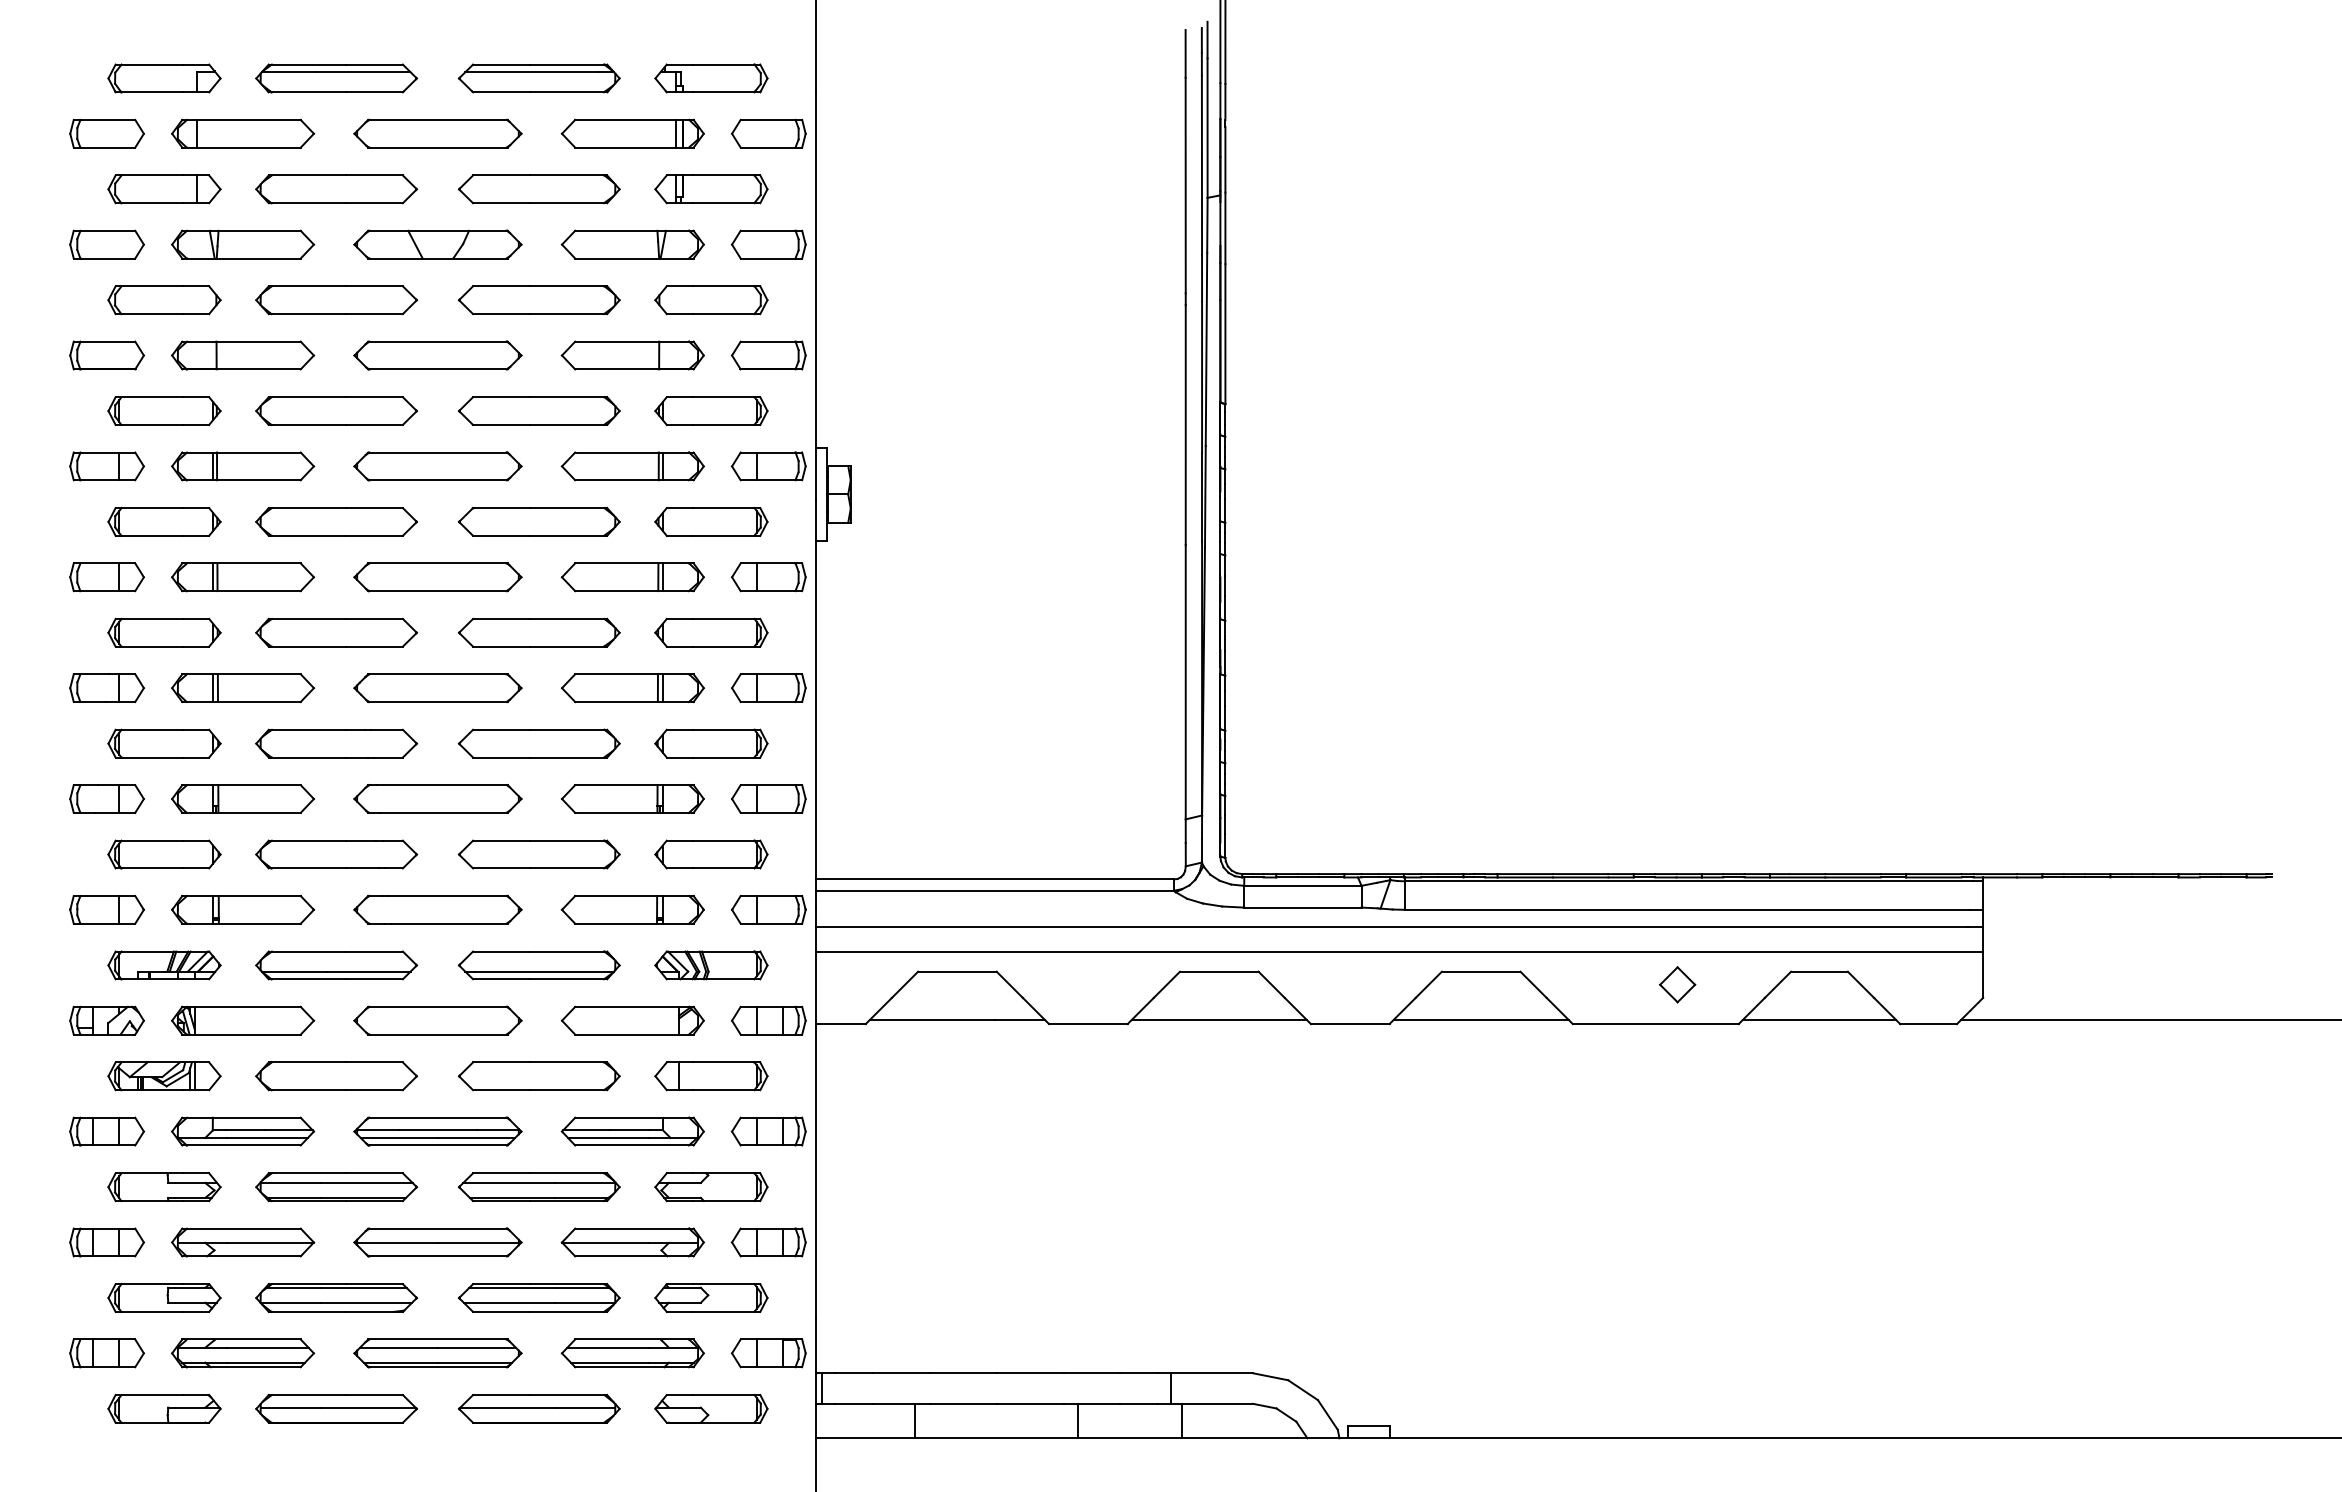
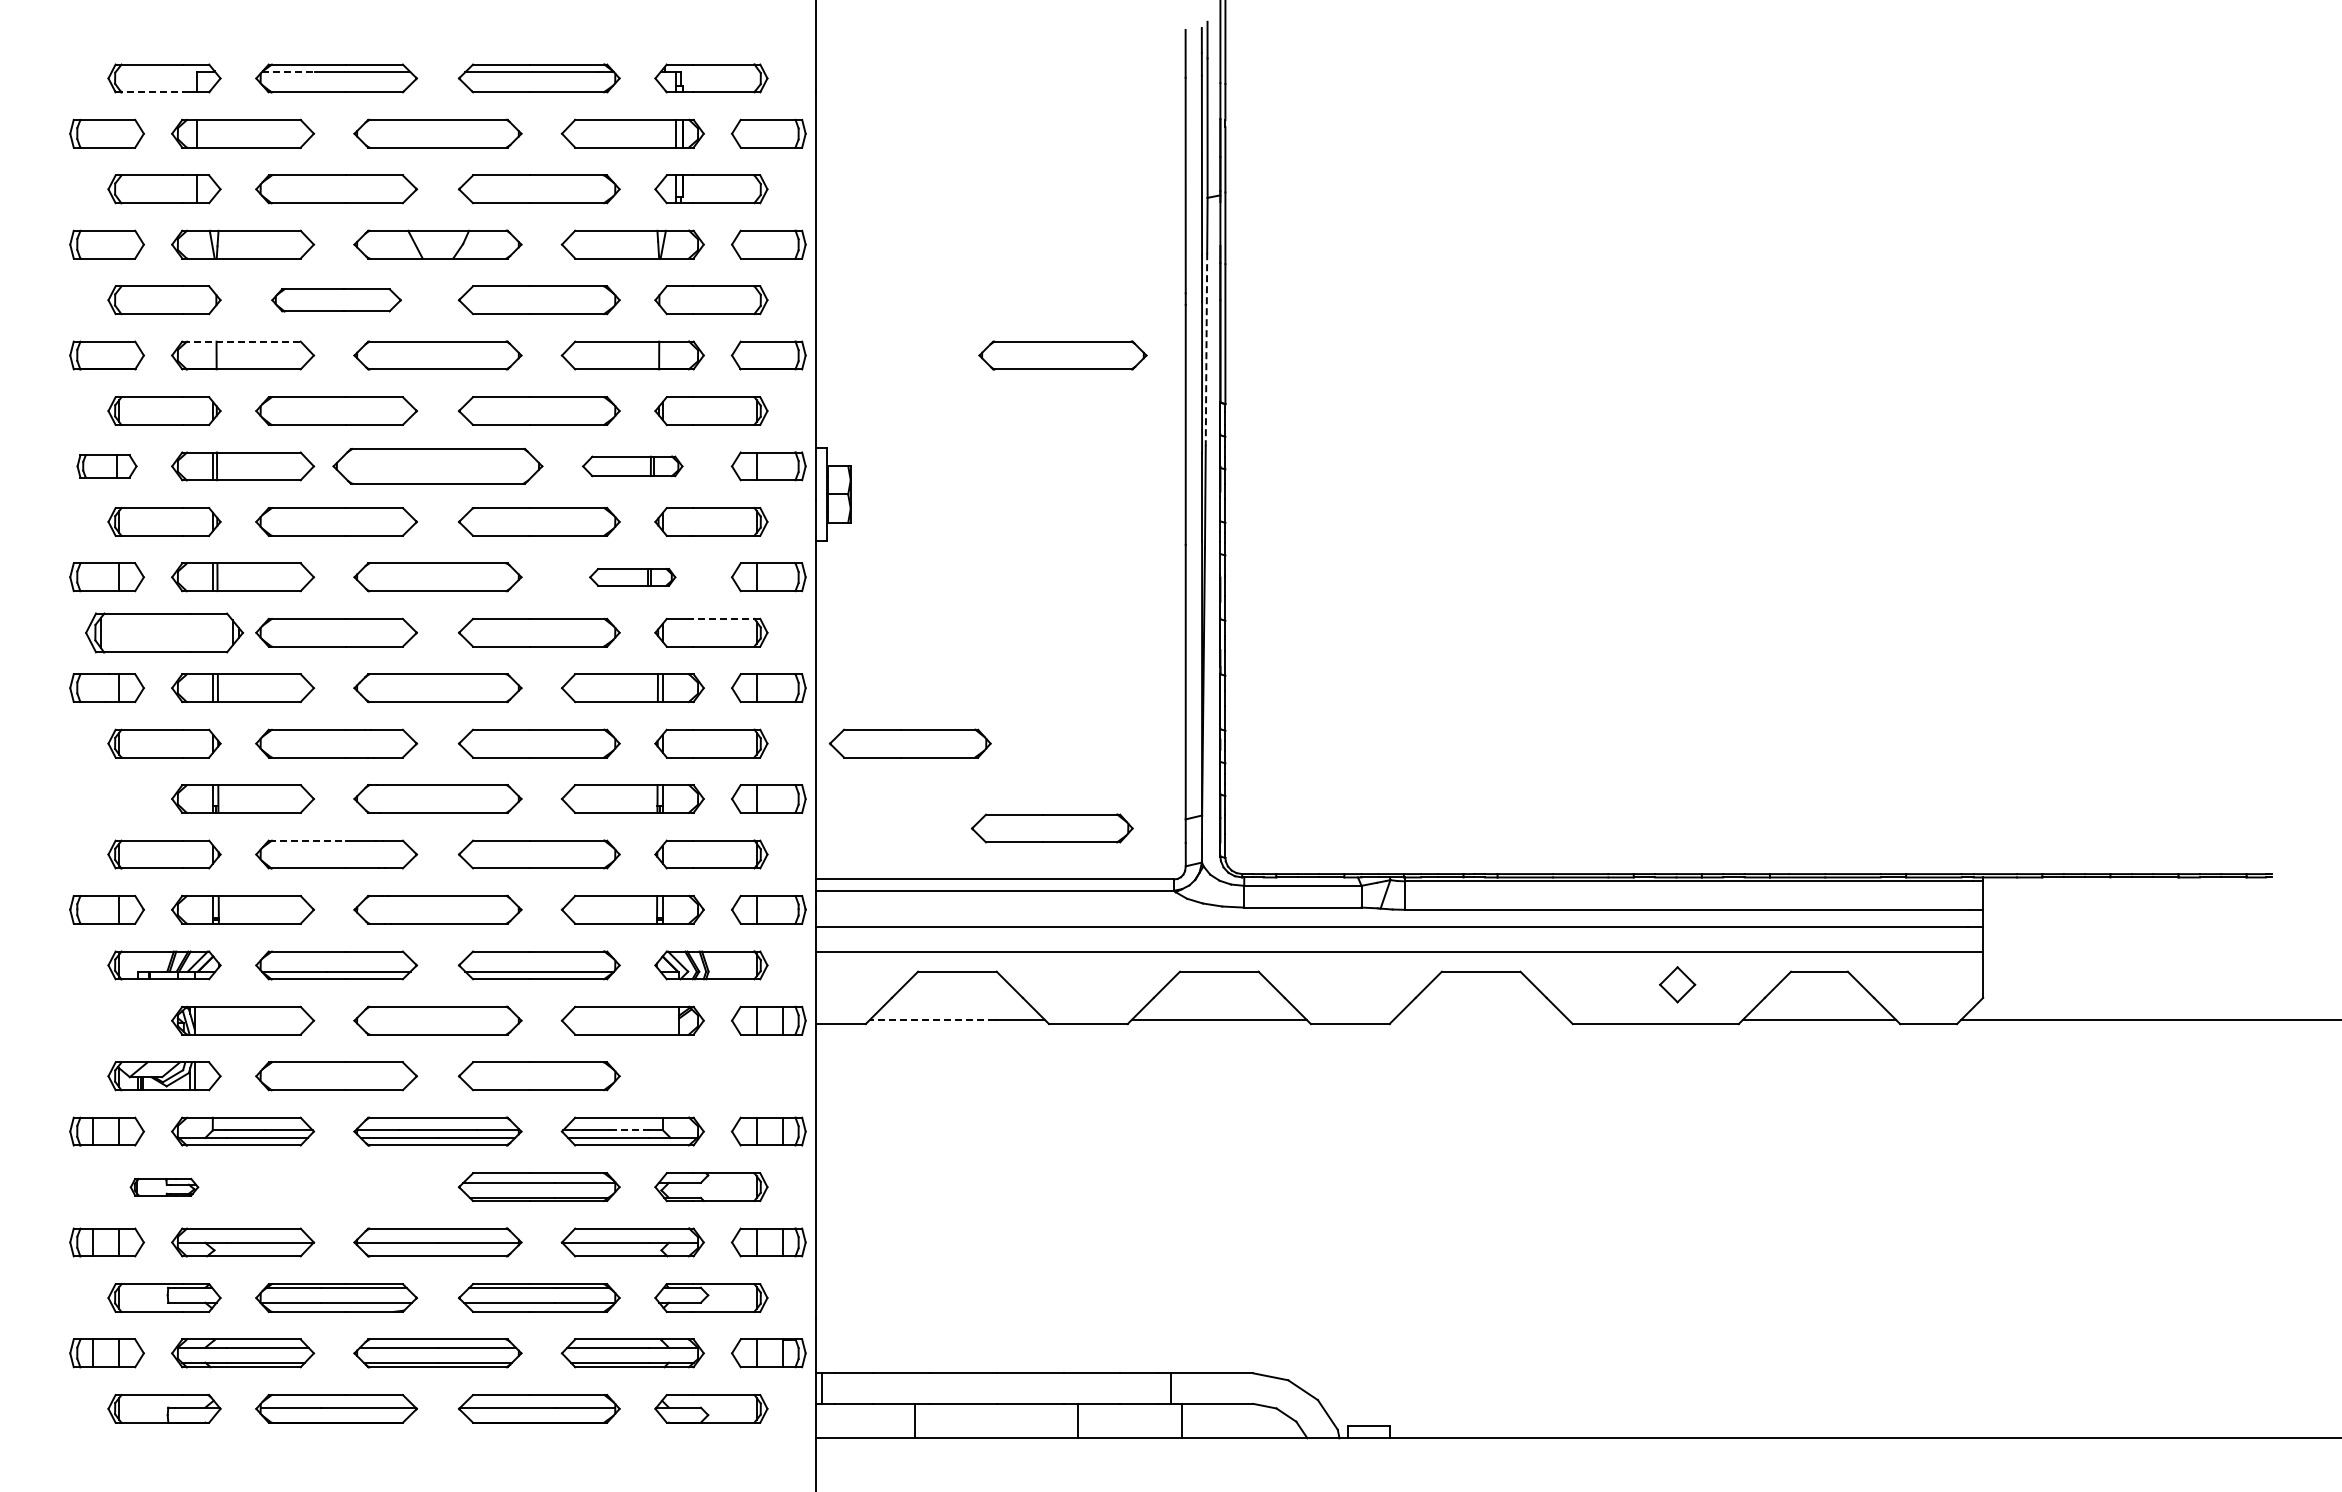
line at (288, 72): solid -> dashed
line at (149, 92): solid -> dashed
part at (336, 300) size: 163x31 px -> 131x25 px
line at (241, 341): solid -> dashed
line at (1206, 350): solid -> dashed
part at (1062, 355): none -> present
part at (106, 466) size: 76x31 px -> 62x25 px
part at (437, 466) size: 170x31 px -> 212x37 px
part at (632, 466) size: 145x31 px -> 102x23 px
part at (632, 577) size: 145x31 px -> 88x19 px
line at (726, 618): solid -> dashed
part at (164, 632) size: 115x31 px -> 159x42 px
part at (909, 743): none -> present
part at (106, 798): present -> none
part at (1051, 828): none -> present
line at (307, 840): solid -> dashed
line at (931, 1019): solid -> dashed
line at (1480, 1019): present -> none
part at (106, 1020): present -> none
part at (711, 1076): present -> none
line at (630, 1130): solid -> dashed
part at (164, 1187) size: 115x31 px -> 71x20 px
part at (336, 1187): present -> none
